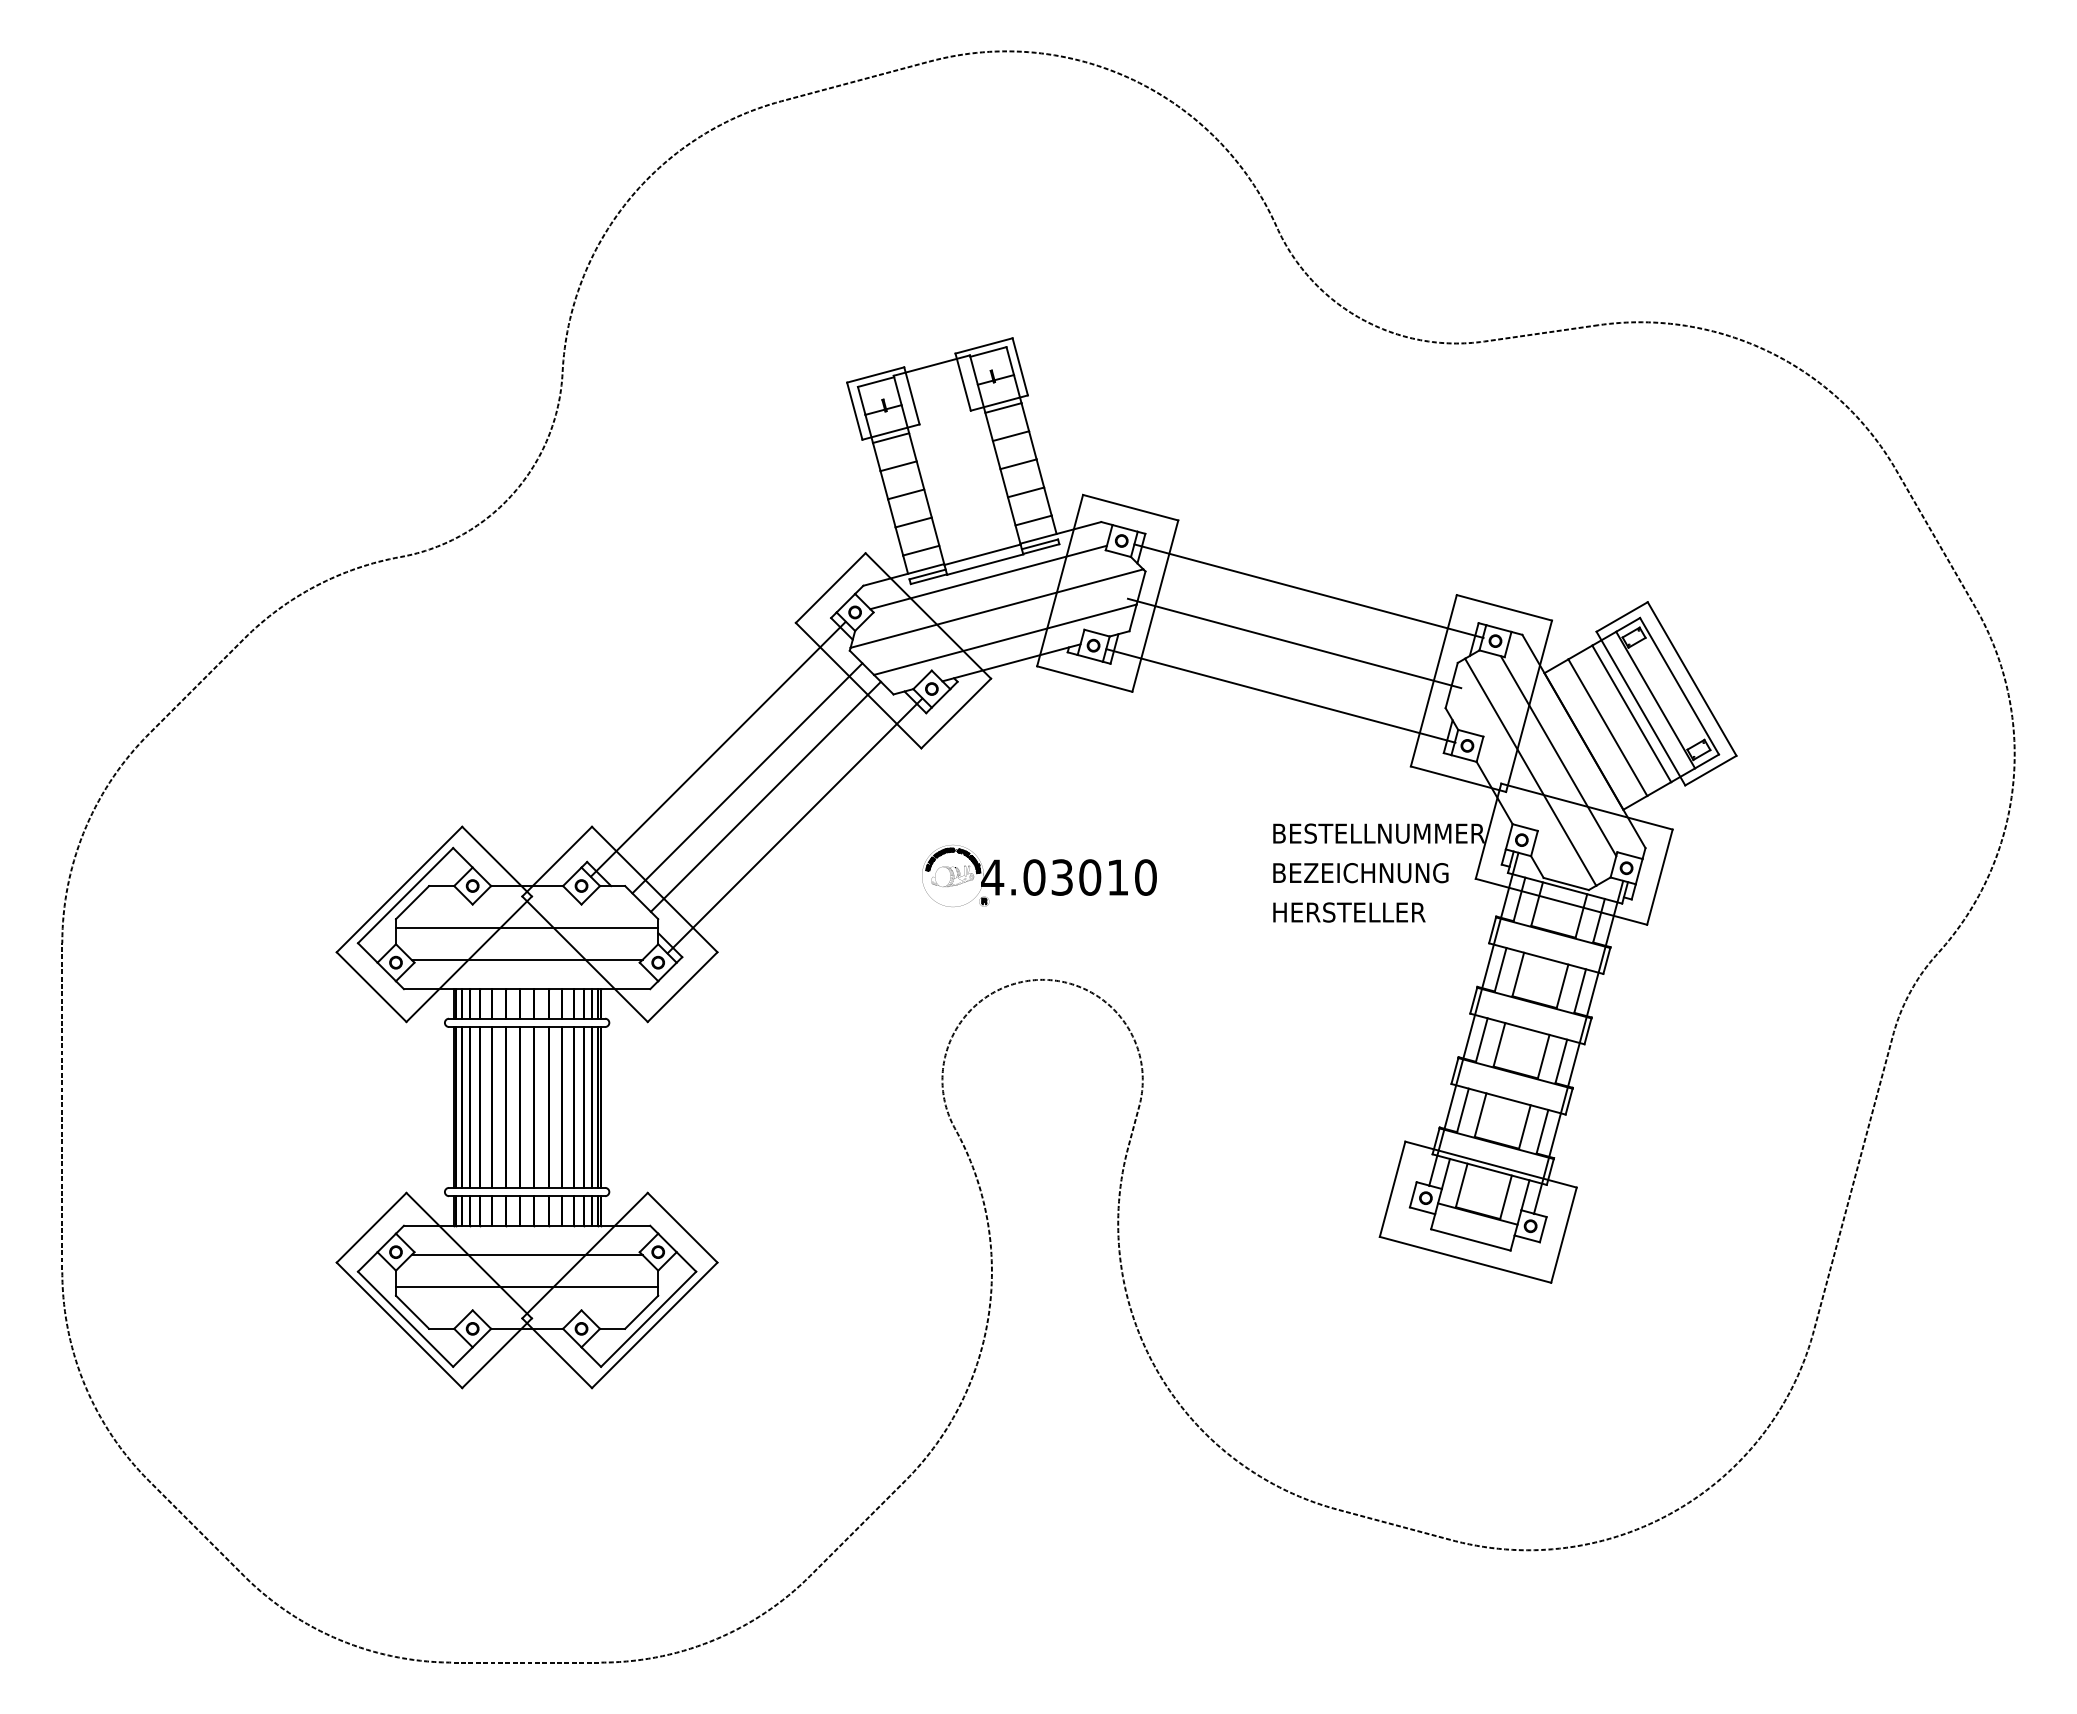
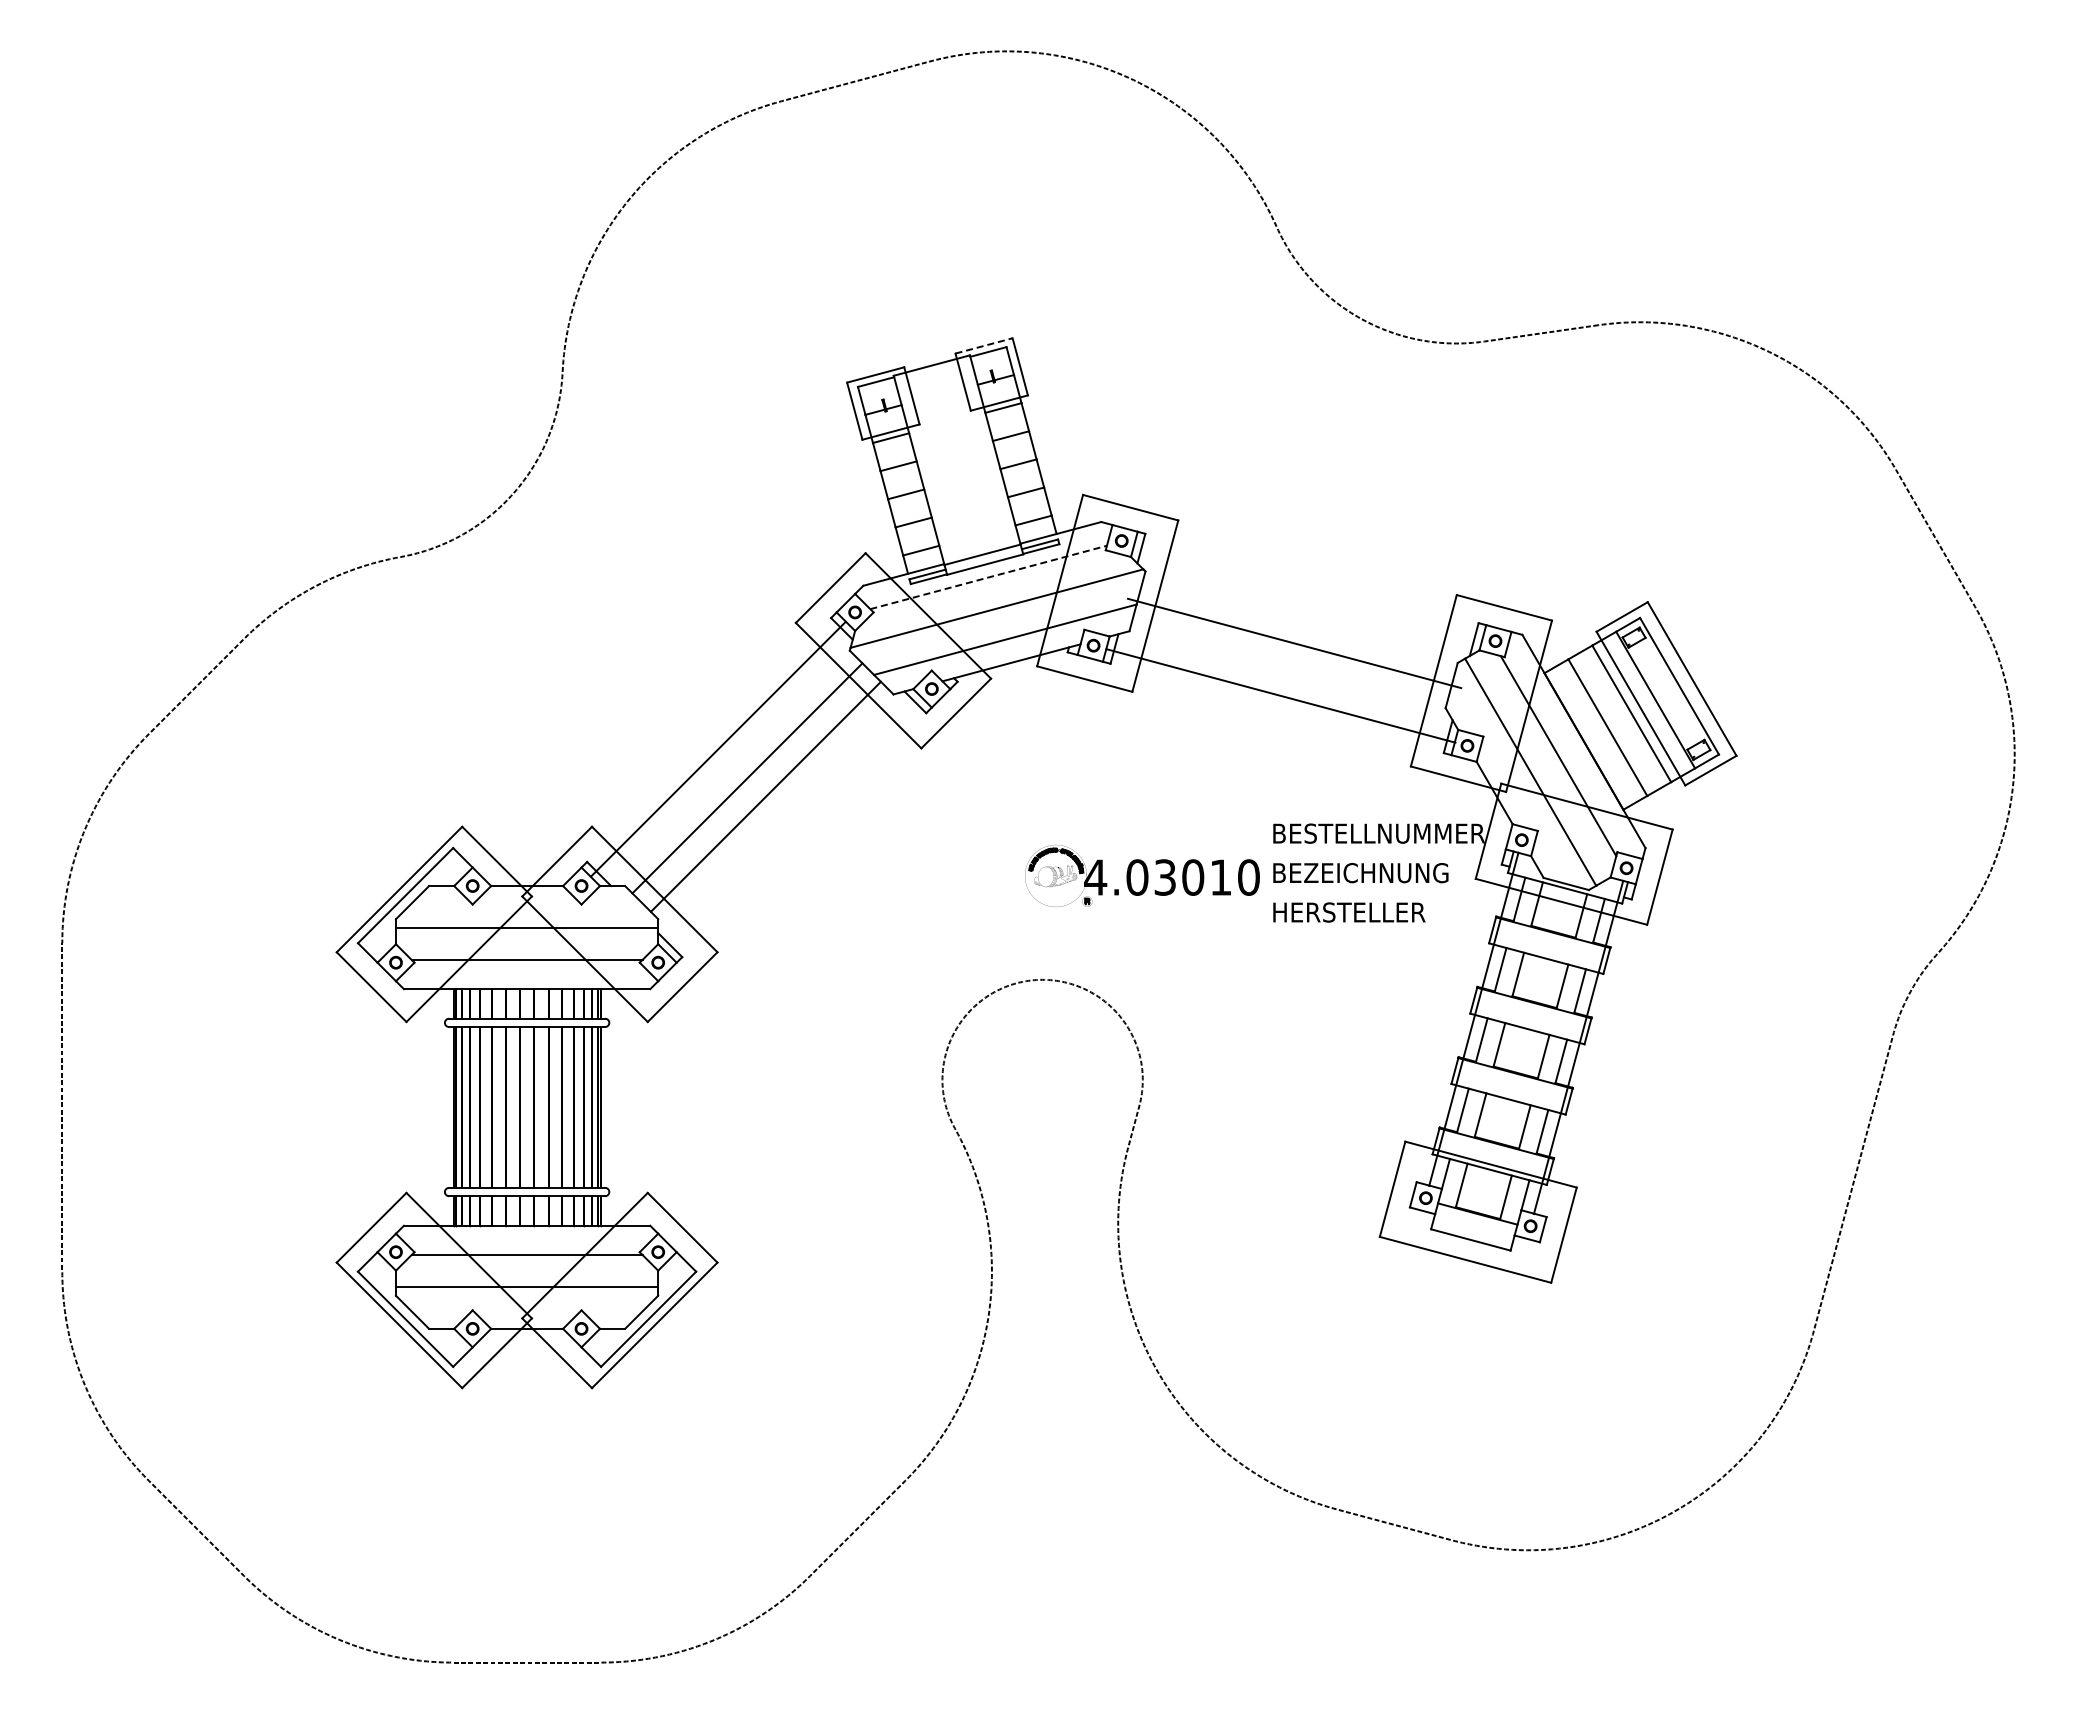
line at (984, 345): solid -> dashed
line at (989, 577): solid -> dashed
line at (1308, 590): present -> none
line at (794, 825): present -> none
part at (1039, 875) position: (1039, 875) -> (1142, 875)
